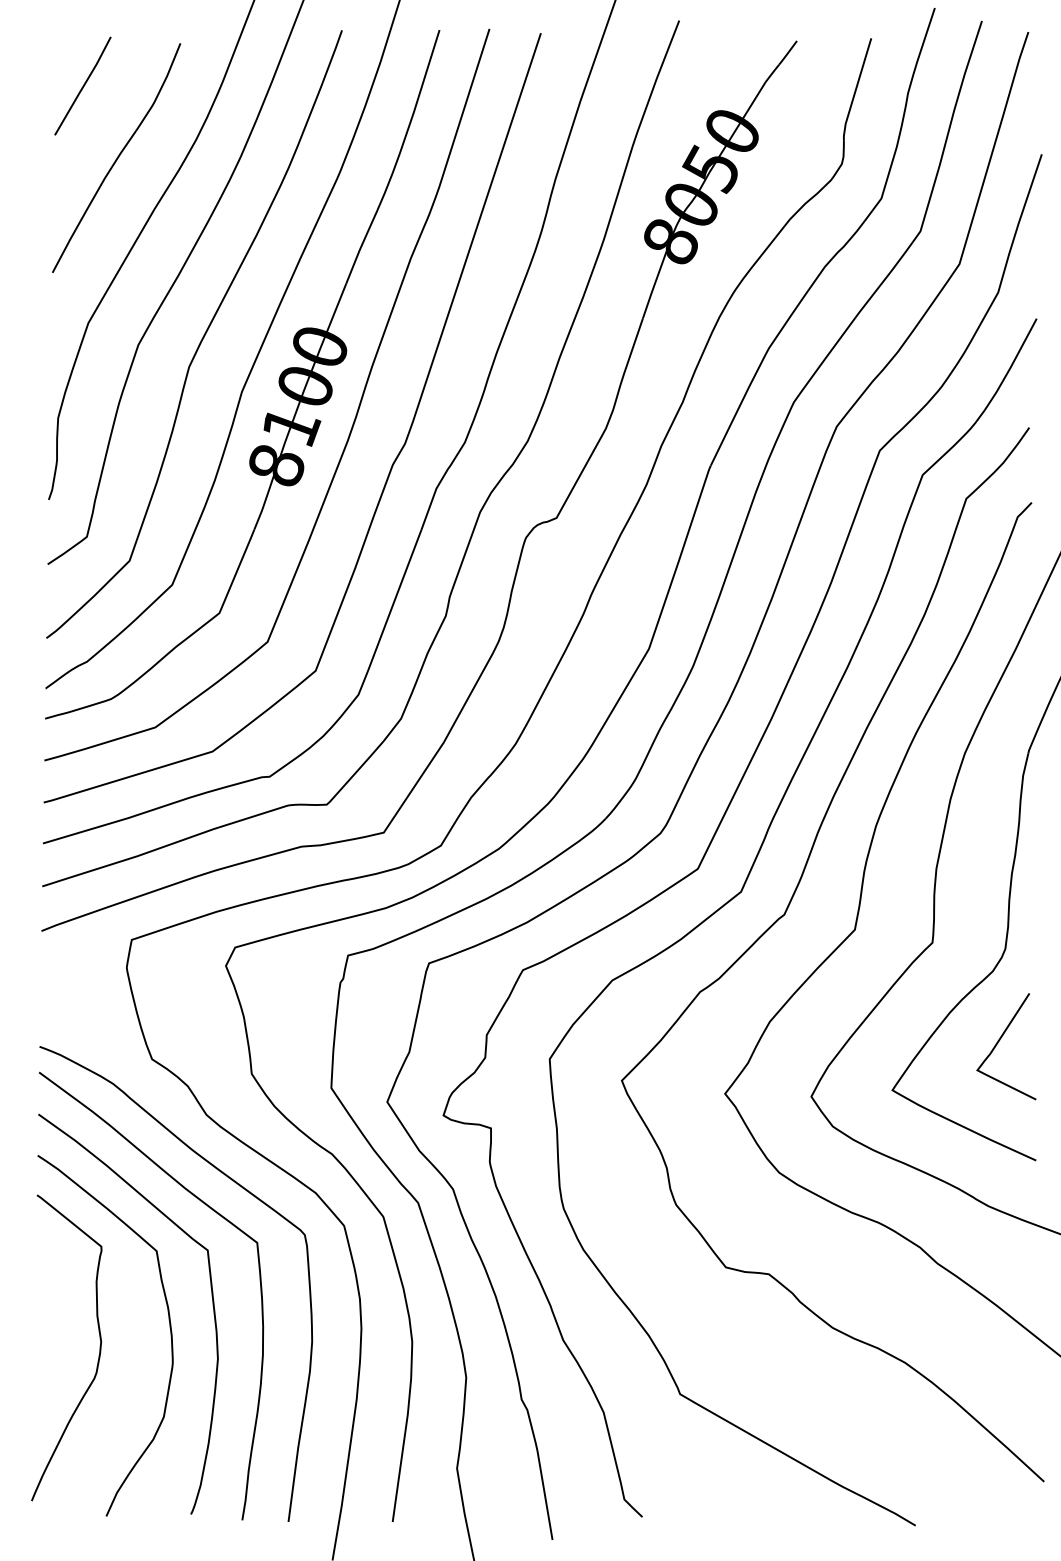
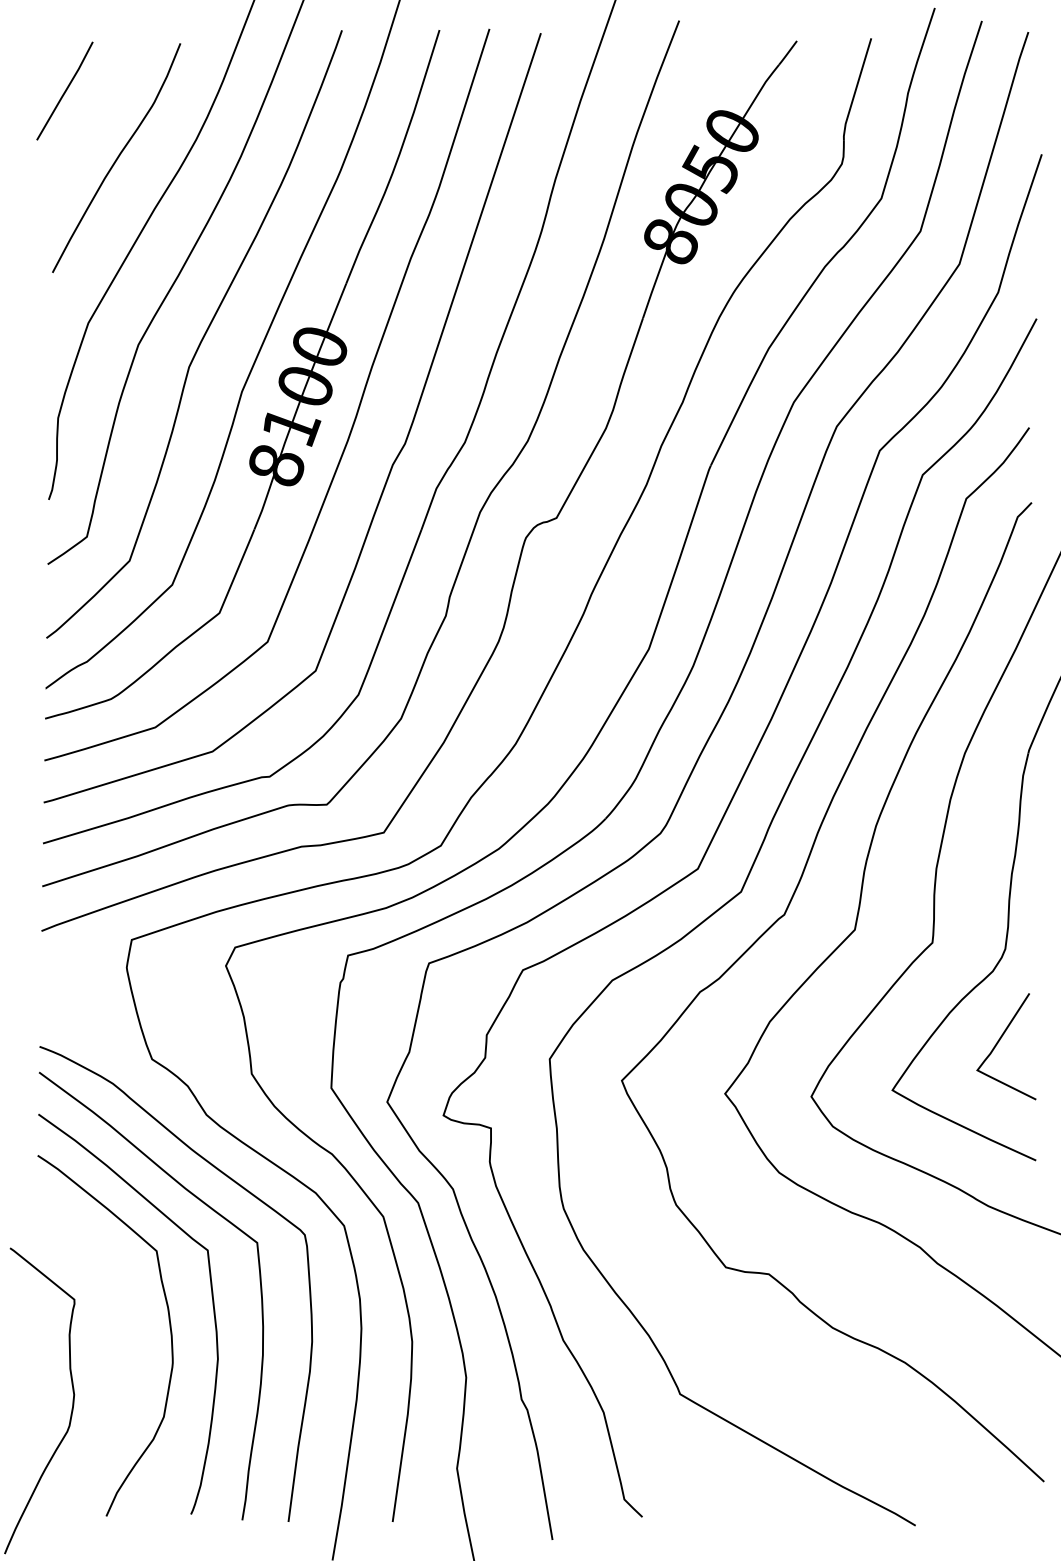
line at (83, 85) position: (83, 85) -> (65, 90)
curve at (98, 1355) position: (98, 1355) -> (71, 1408)
